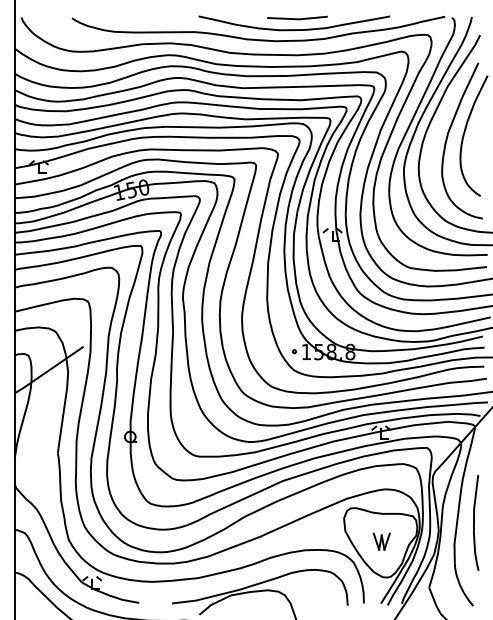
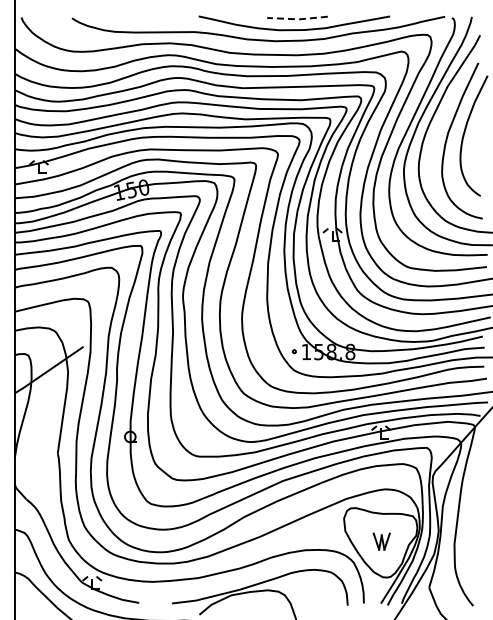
line at (297, 19): solid -> dashed
curve at (474, 522): present -> none
